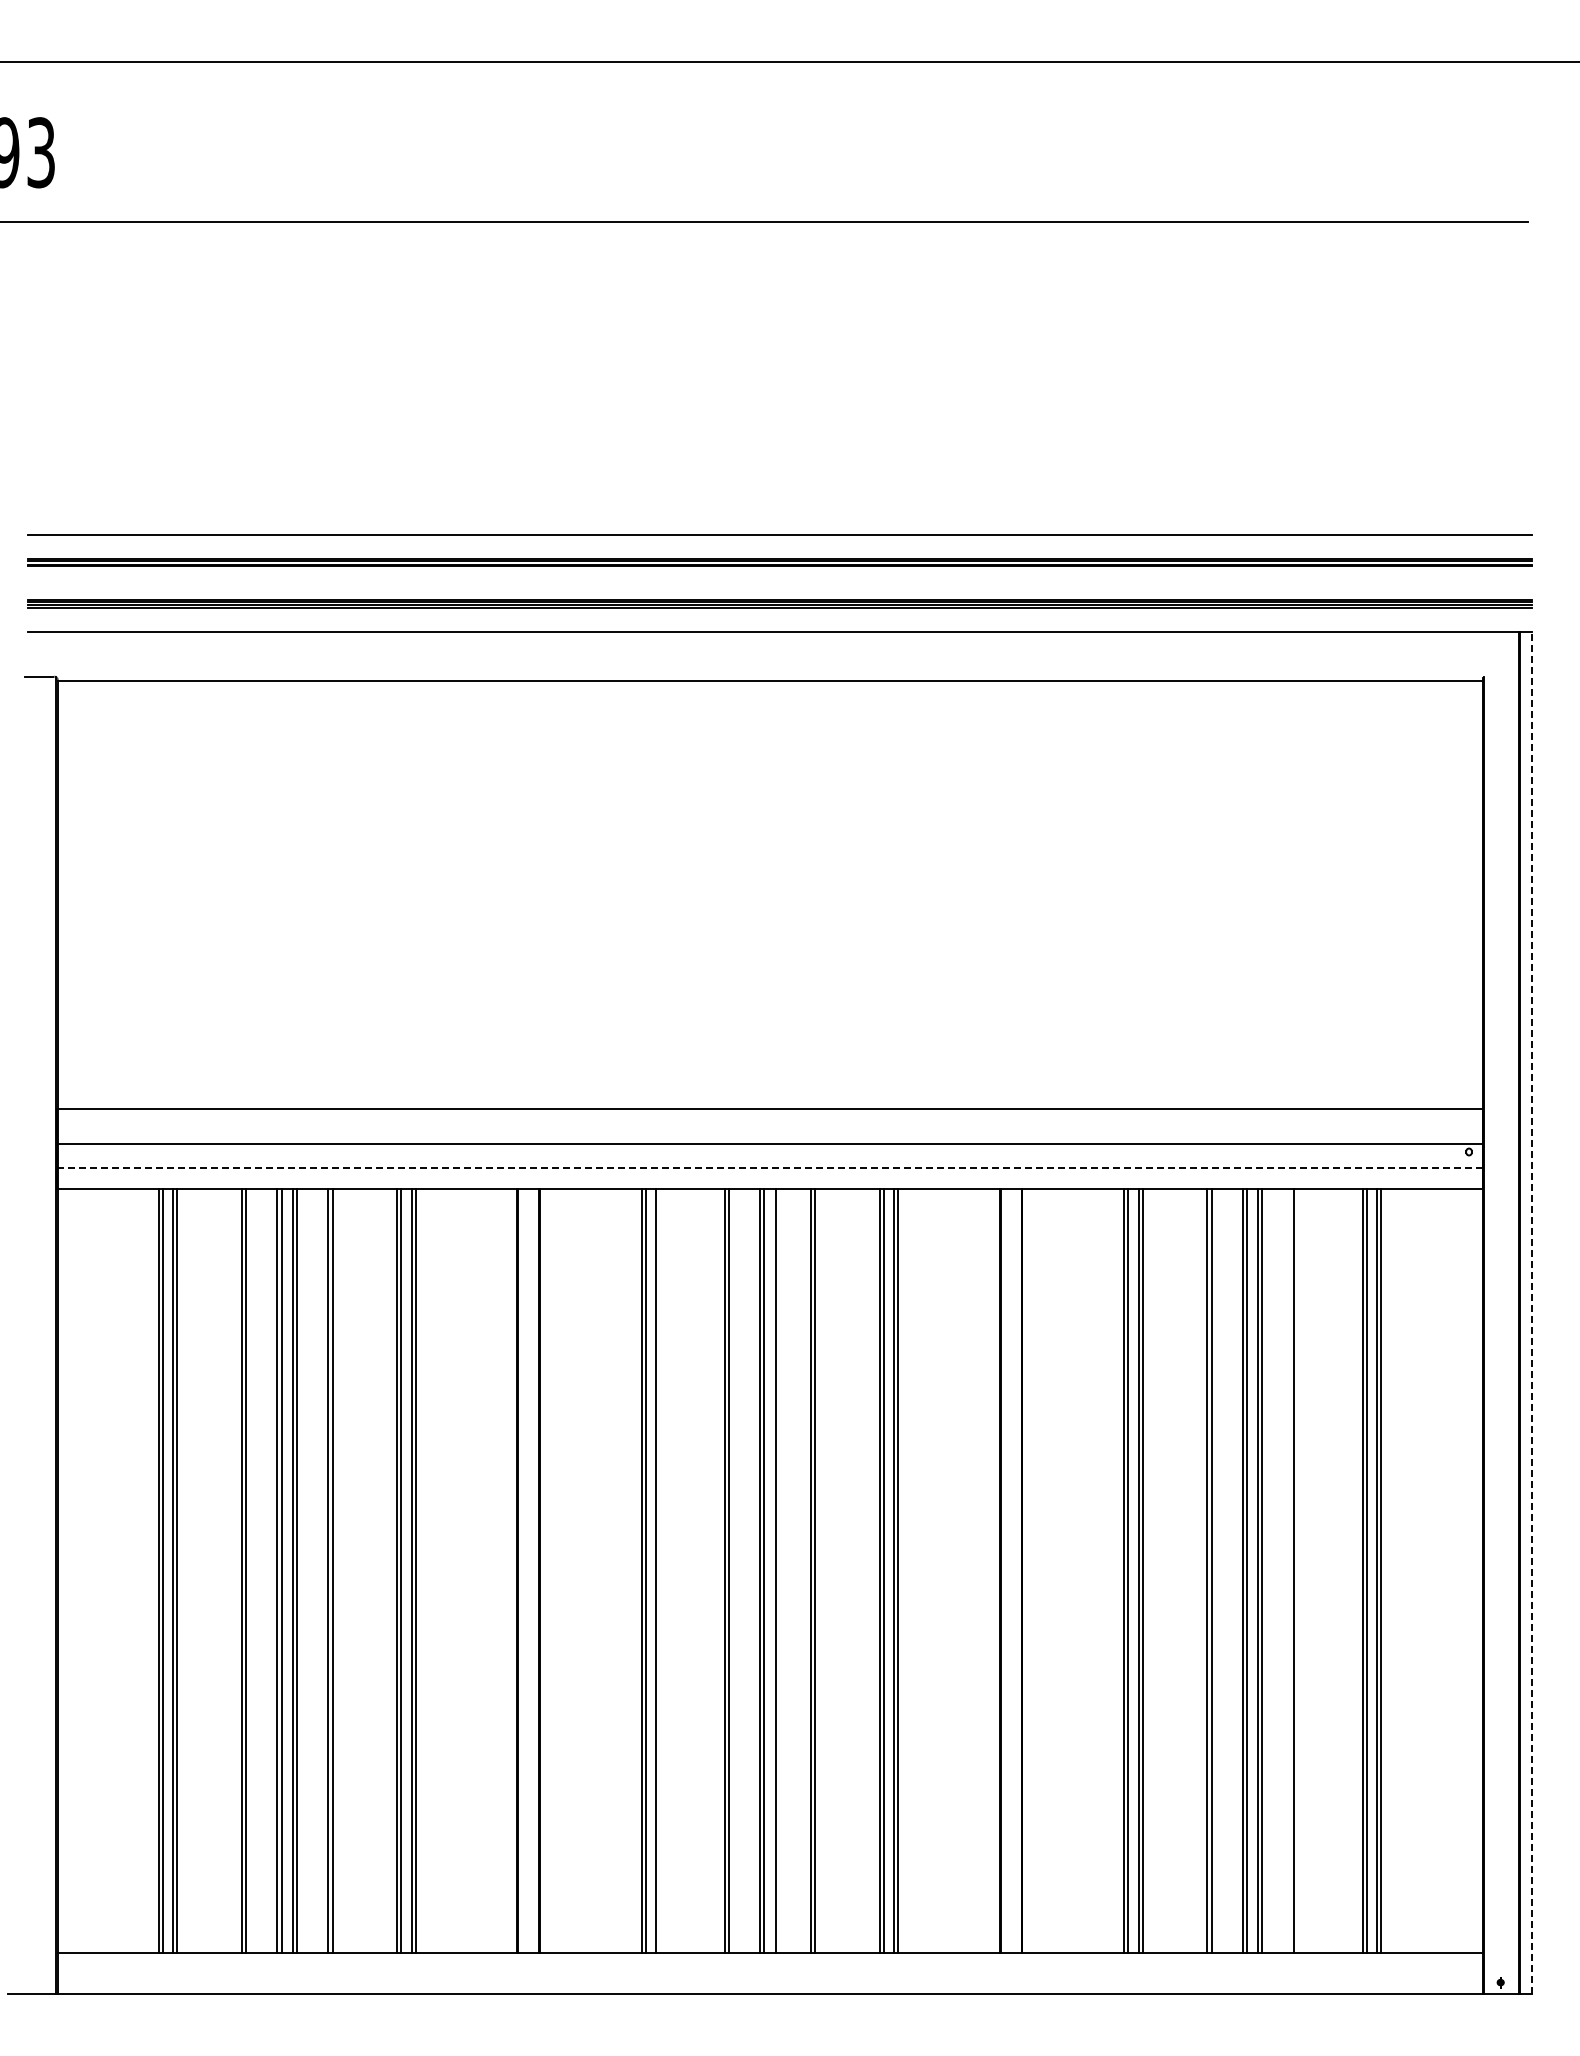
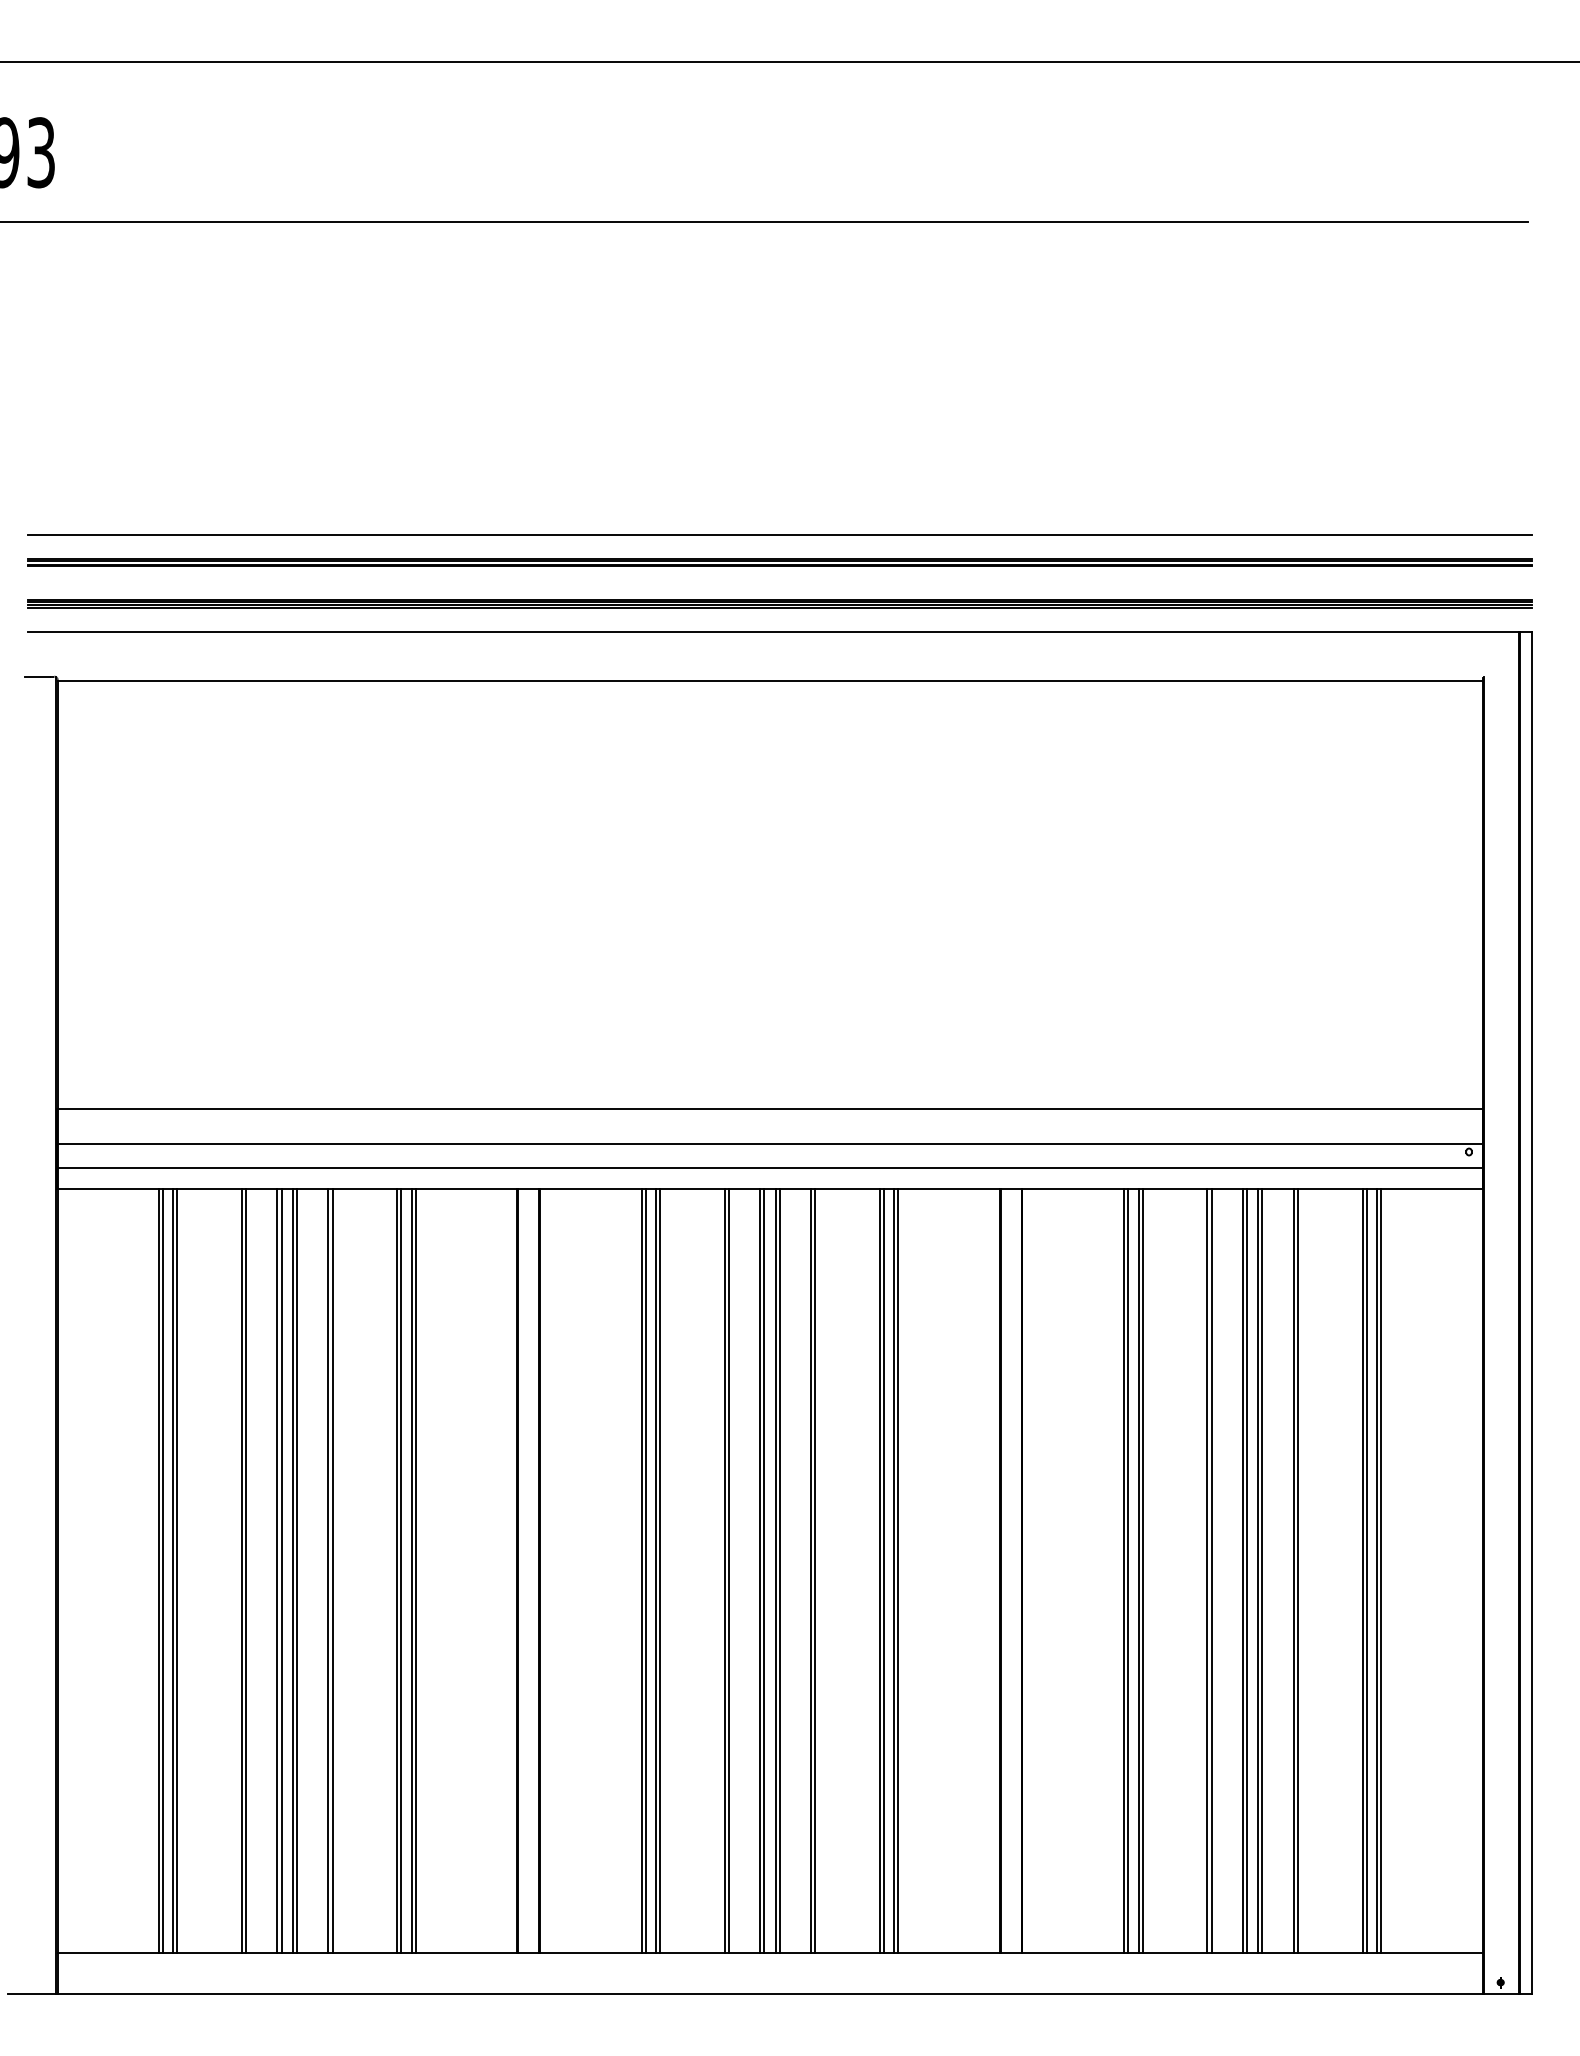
line at (769, 1168): dashed -> solid
line at (1532, 1313): dashed -> solid
line at (659, 1570): none -> present
line at (779, 1570): none -> present
line at (1298, 1570): none -> present
